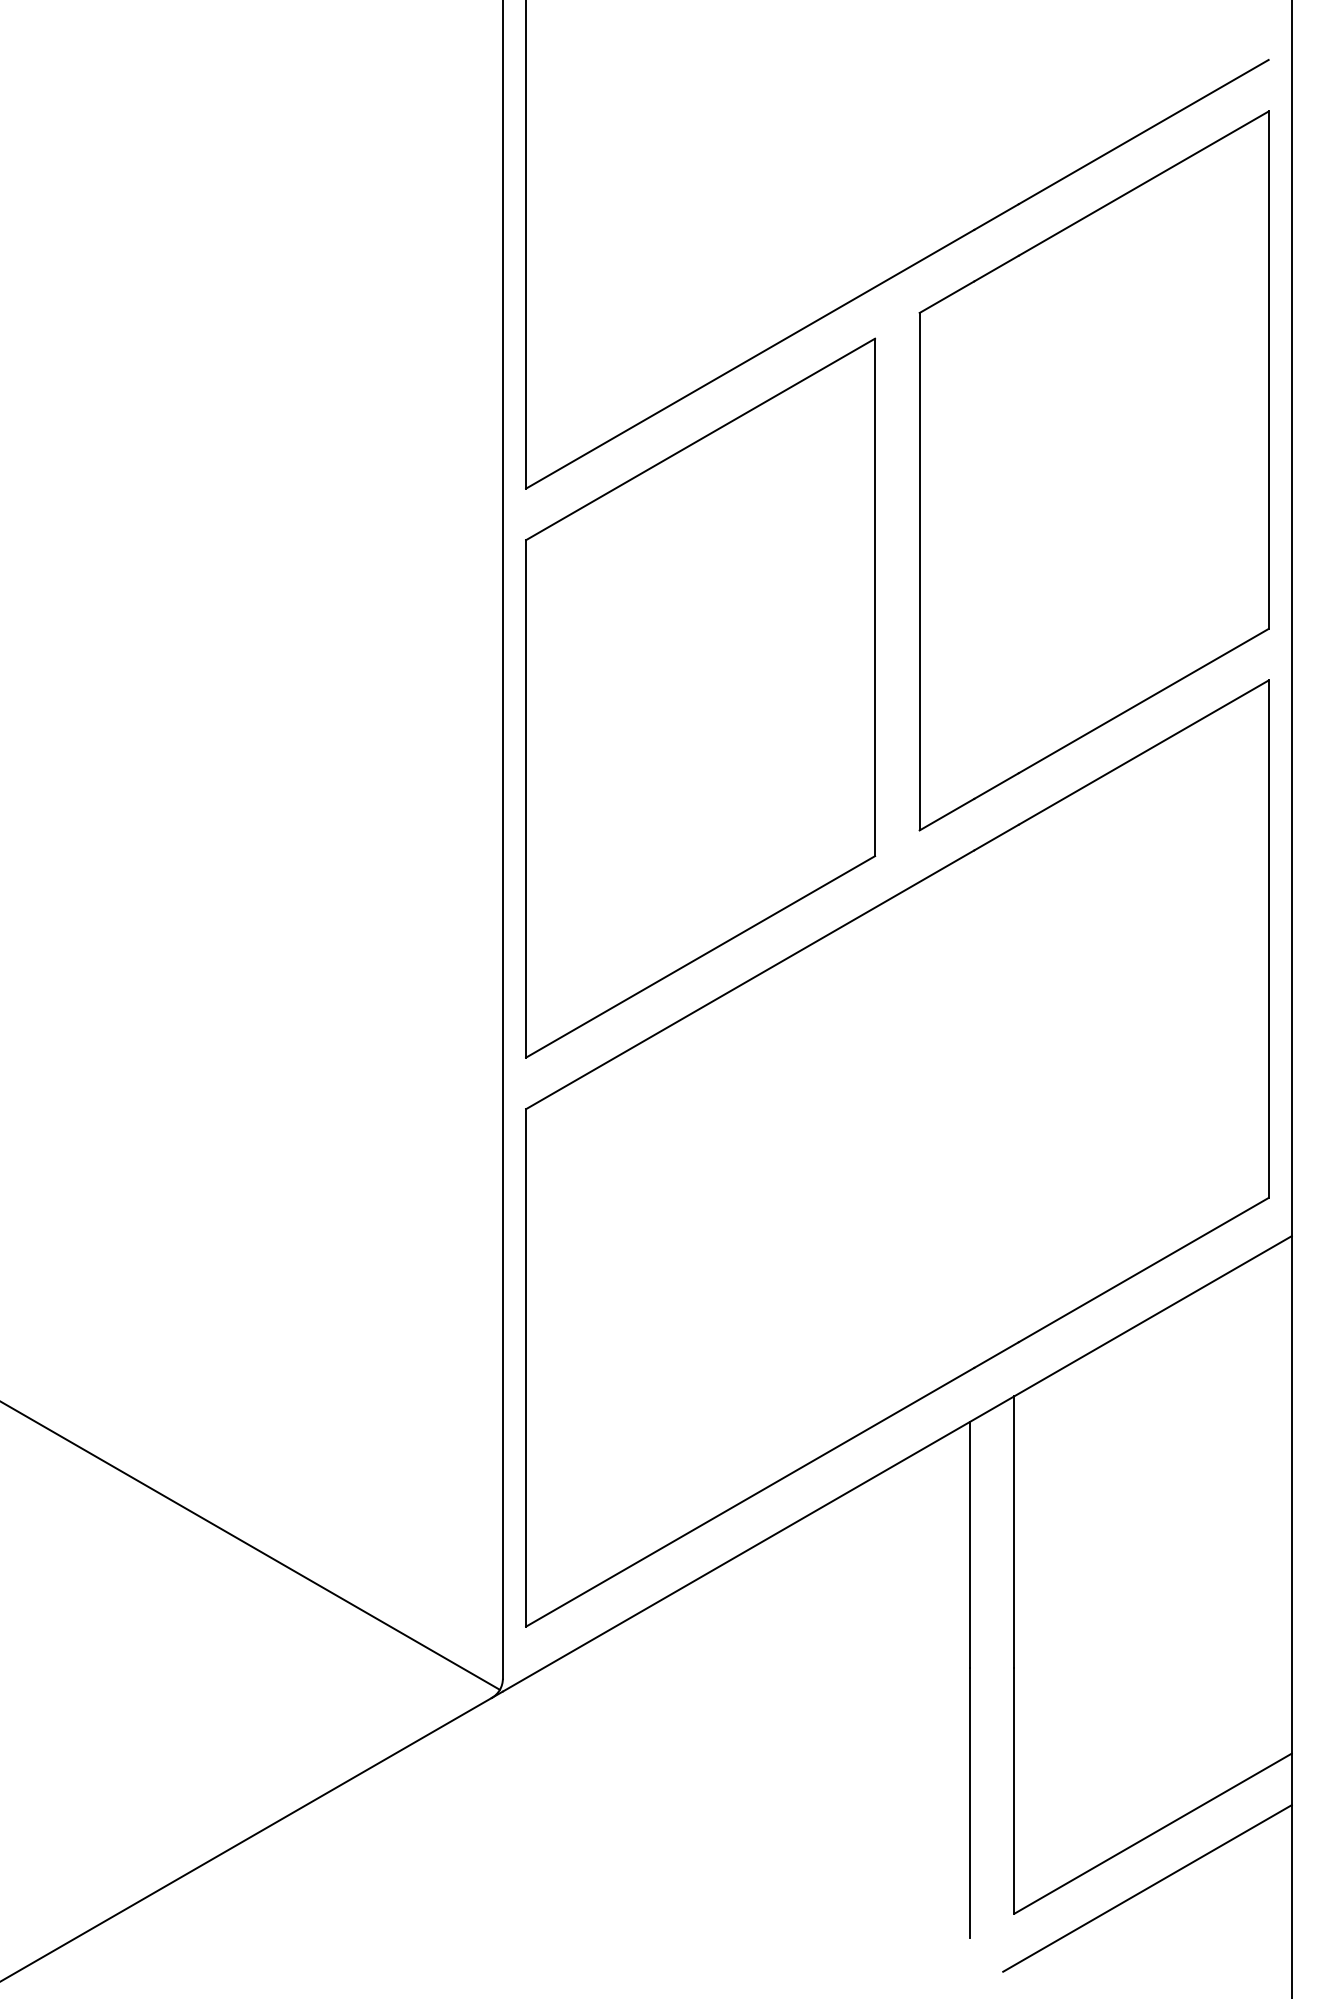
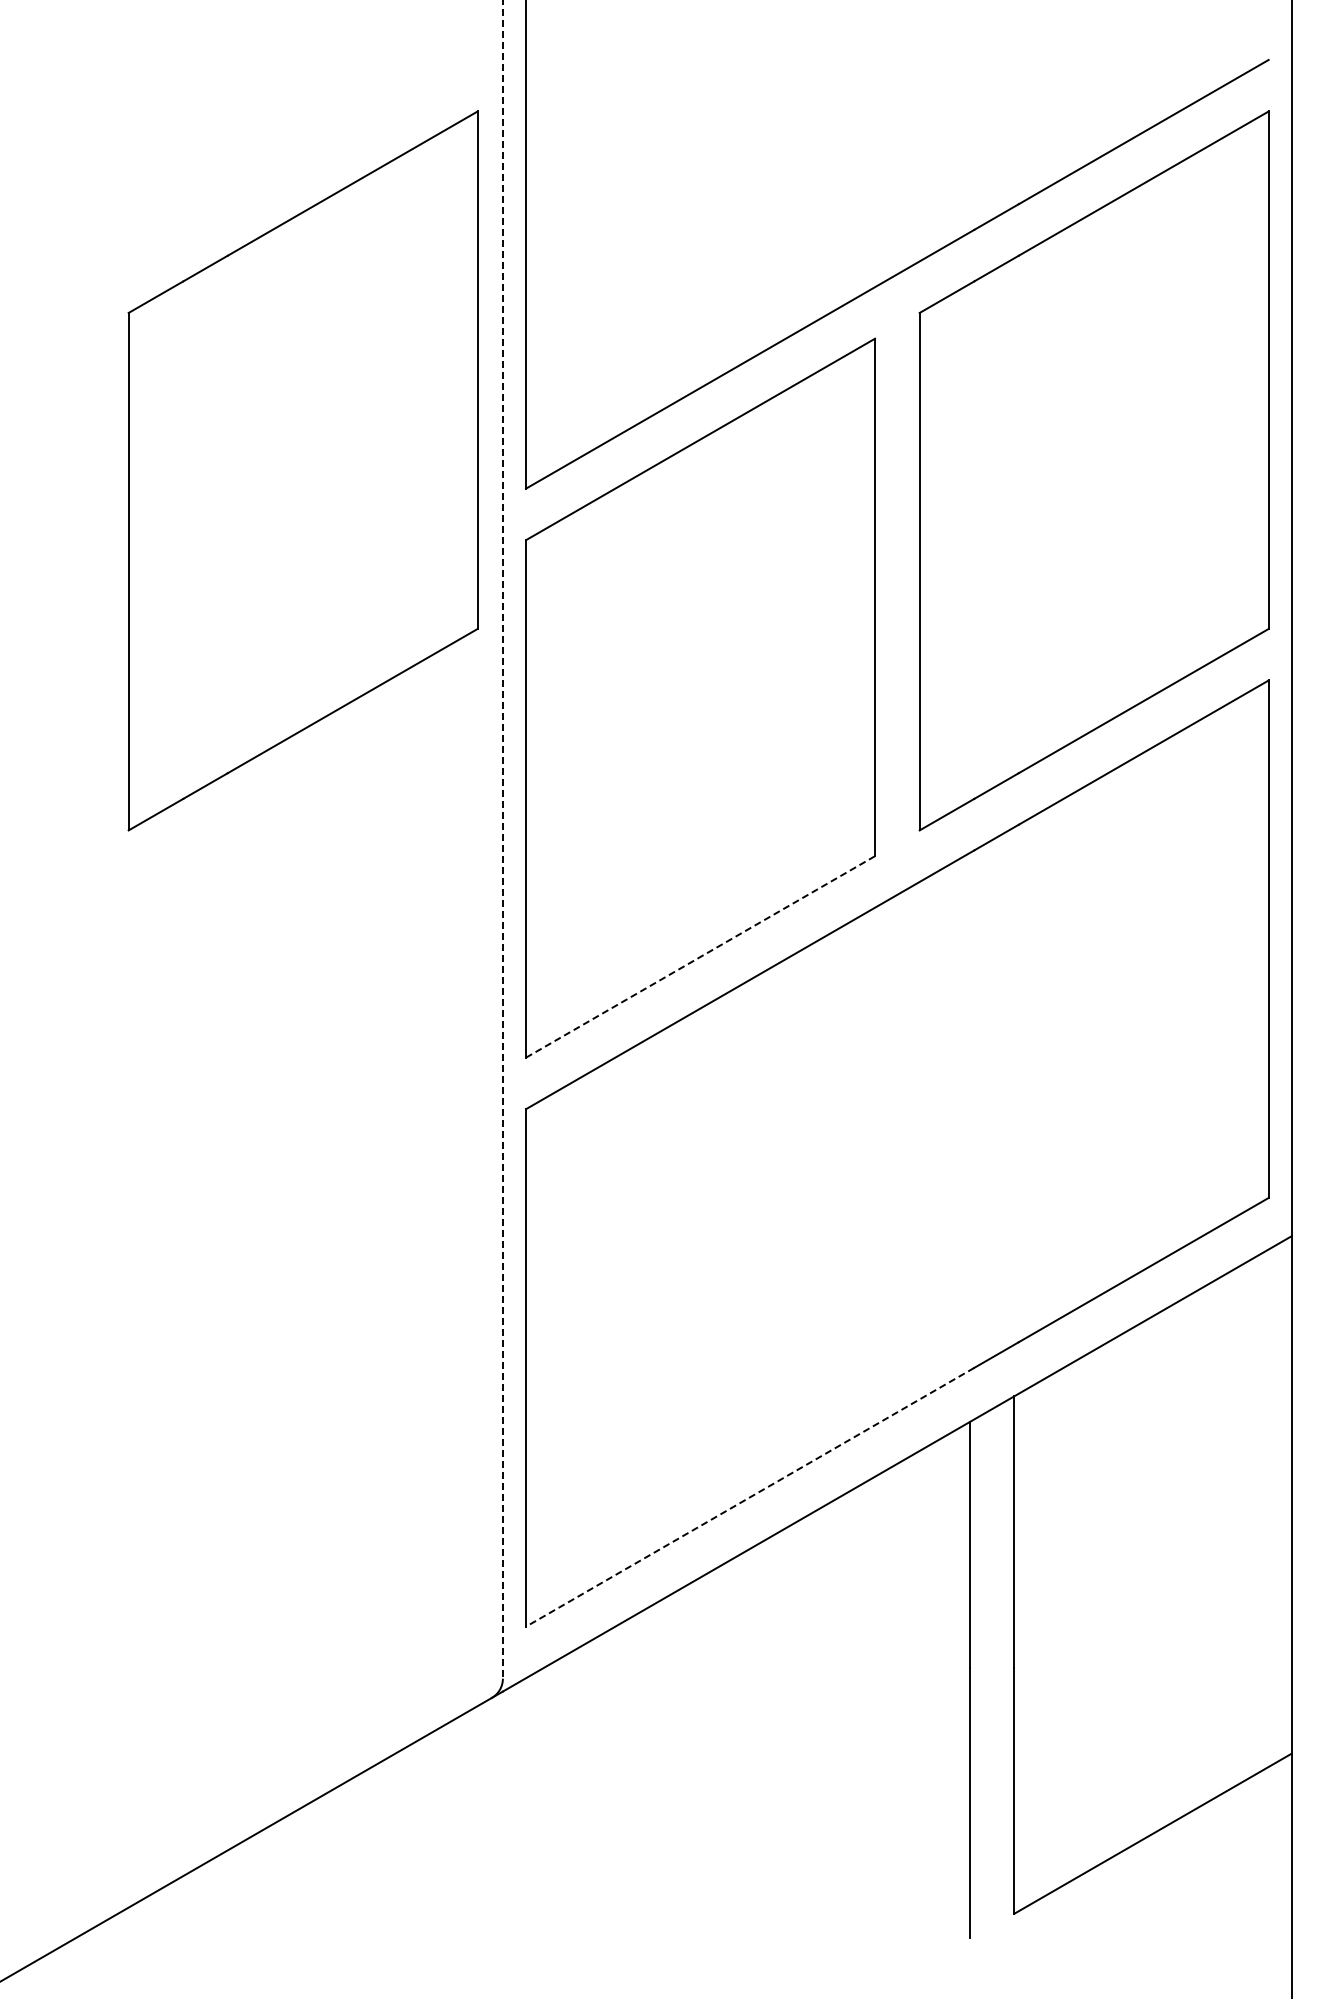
part at (302, 470): none -> present
line at (502, 839): solid -> dashed
line at (700, 957): solid -> dashed
line at (750, 1497): solid -> dashed
line at (250, 1545): present -> none
line at (1147, 1888): present -> none
